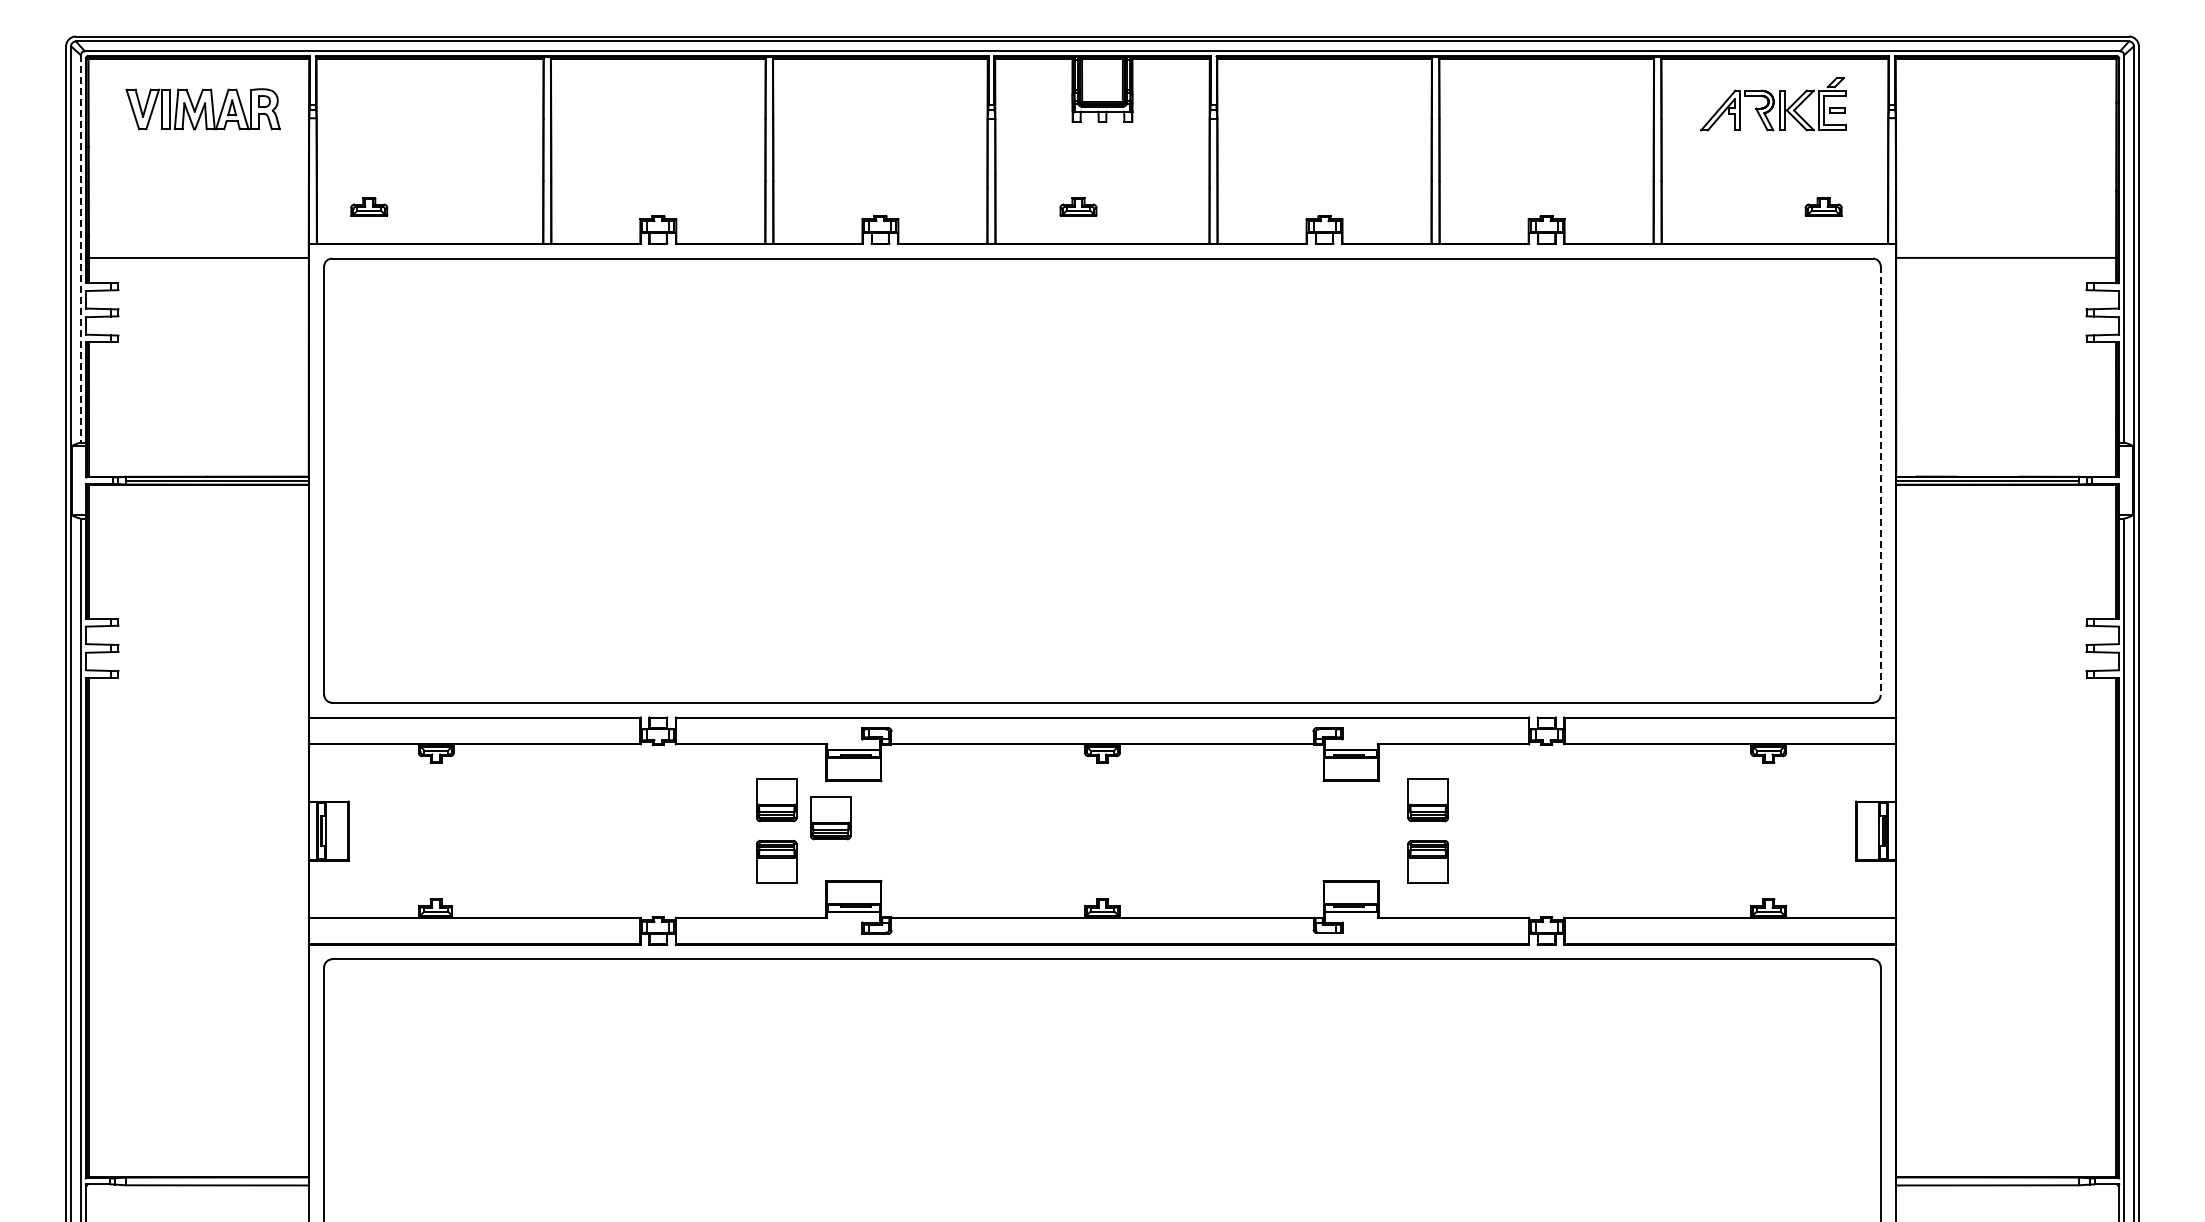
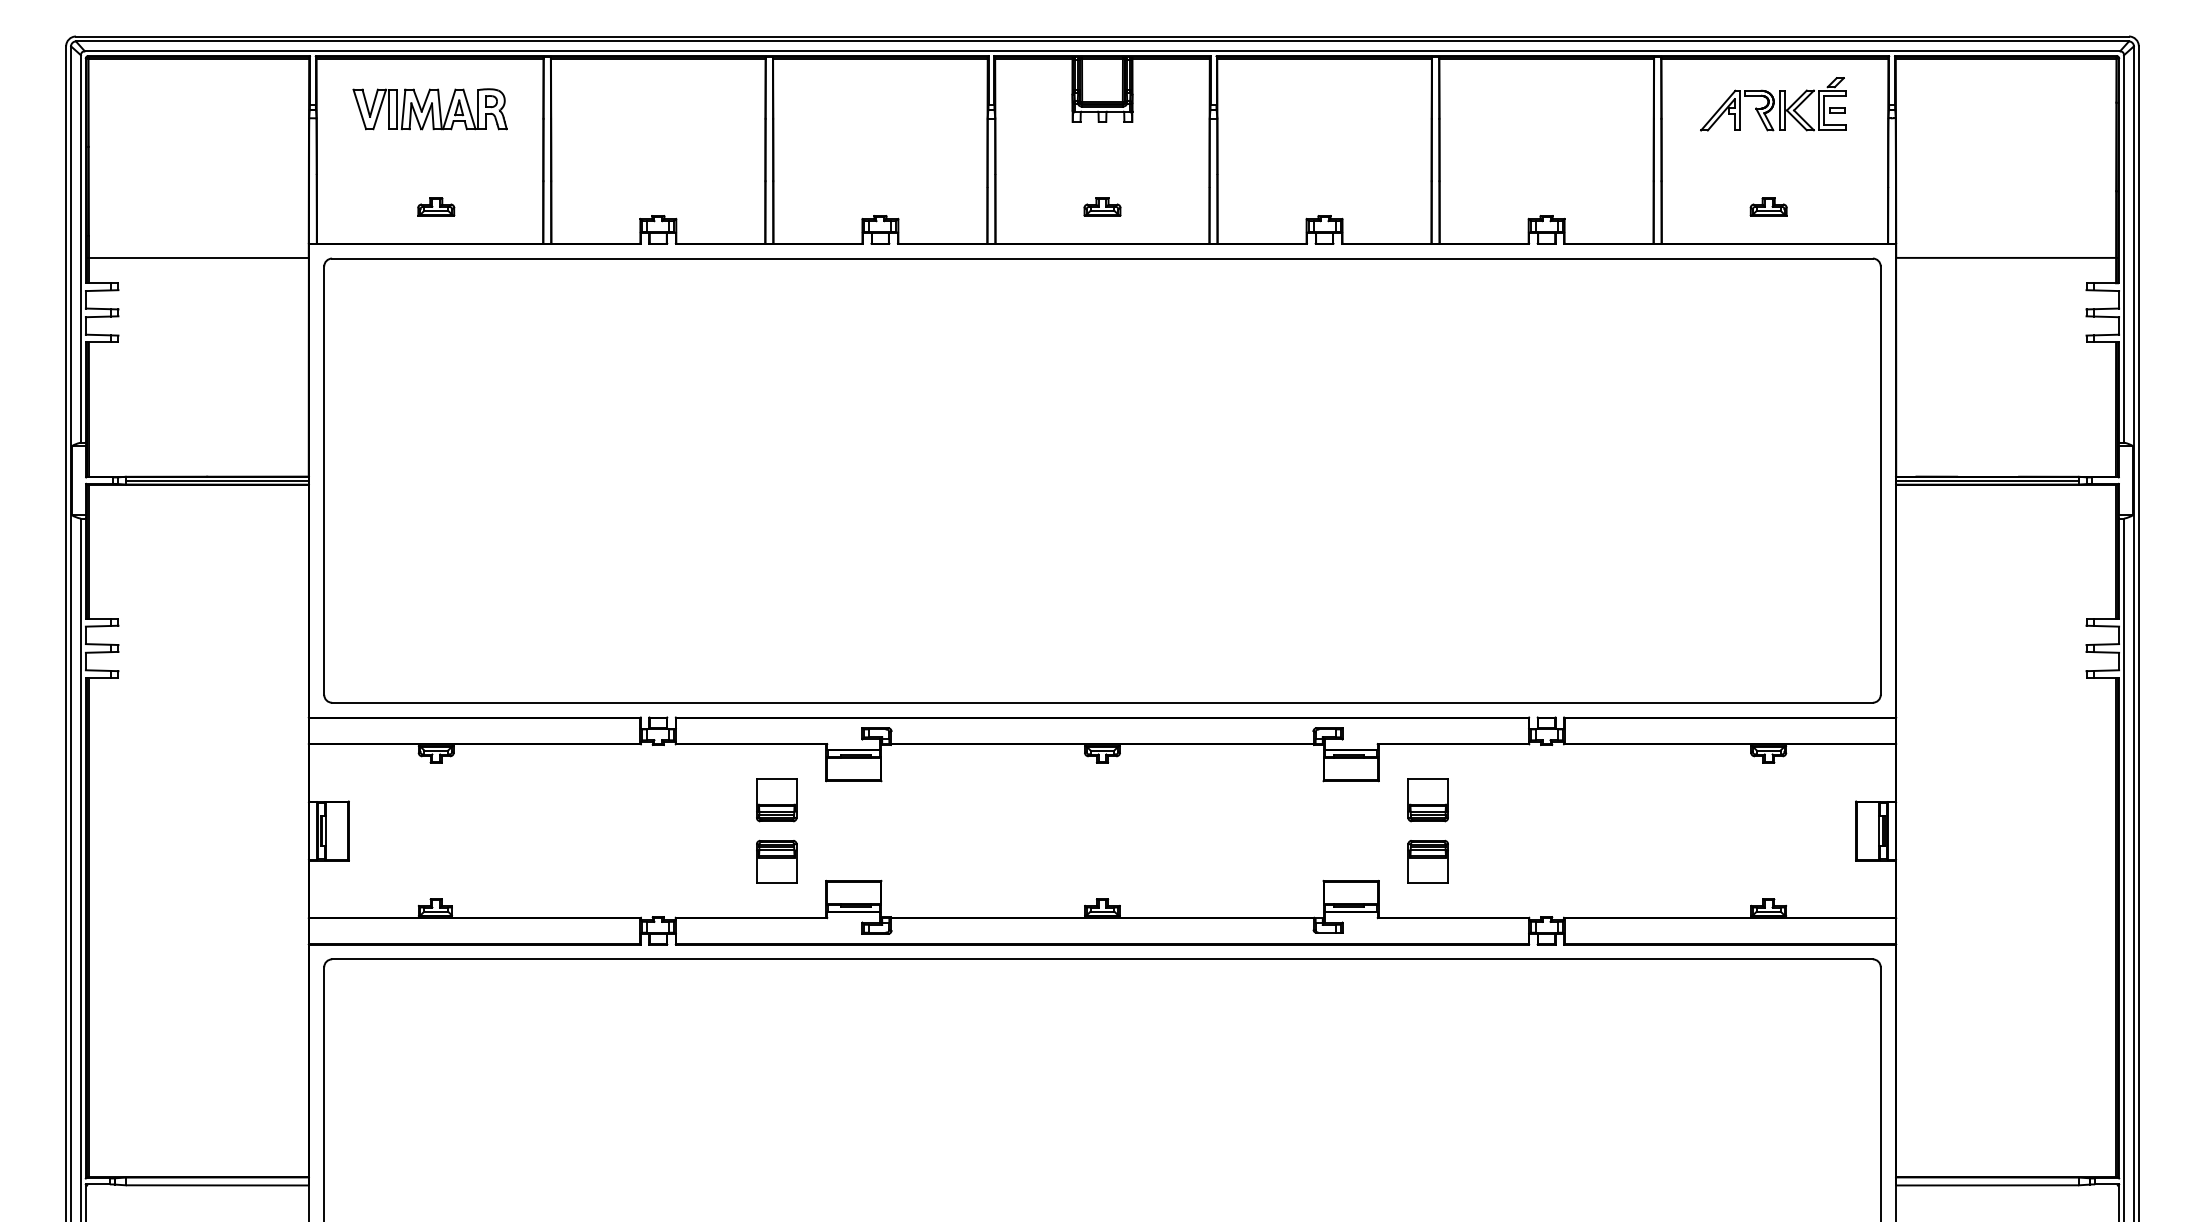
part at (202, 109) position: (202, 109) -> (429, 109)
part at (369, 206) position: (369, 206) -> (436, 206)
part at (1078, 206) position: (1078, 206) -> (1102, 206)
part at (1823, 206) position: (1823, 206) -> (1768, 206)
line at (80, 248): dashed -> solid
line at (1880, 481): dashed -> solid
part at (830, 818): present -> none
